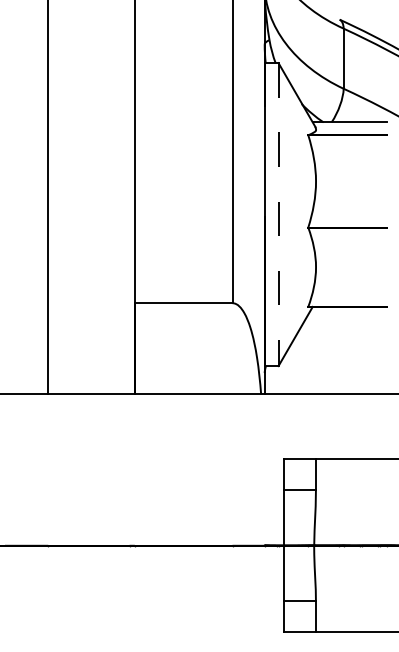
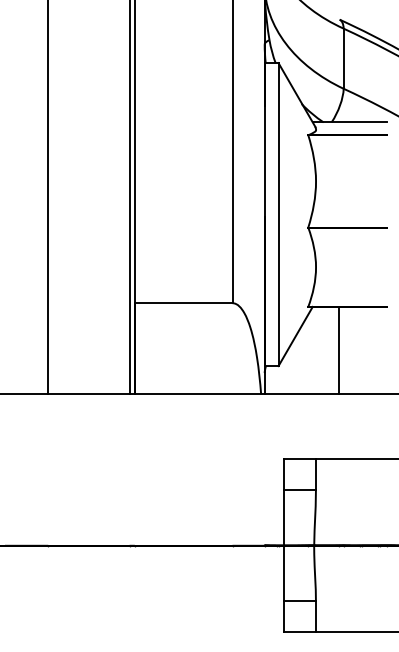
line at (129, 198): none -> present
line at (278, 215): dashed -> solid
line at (339, 350): none -> present
